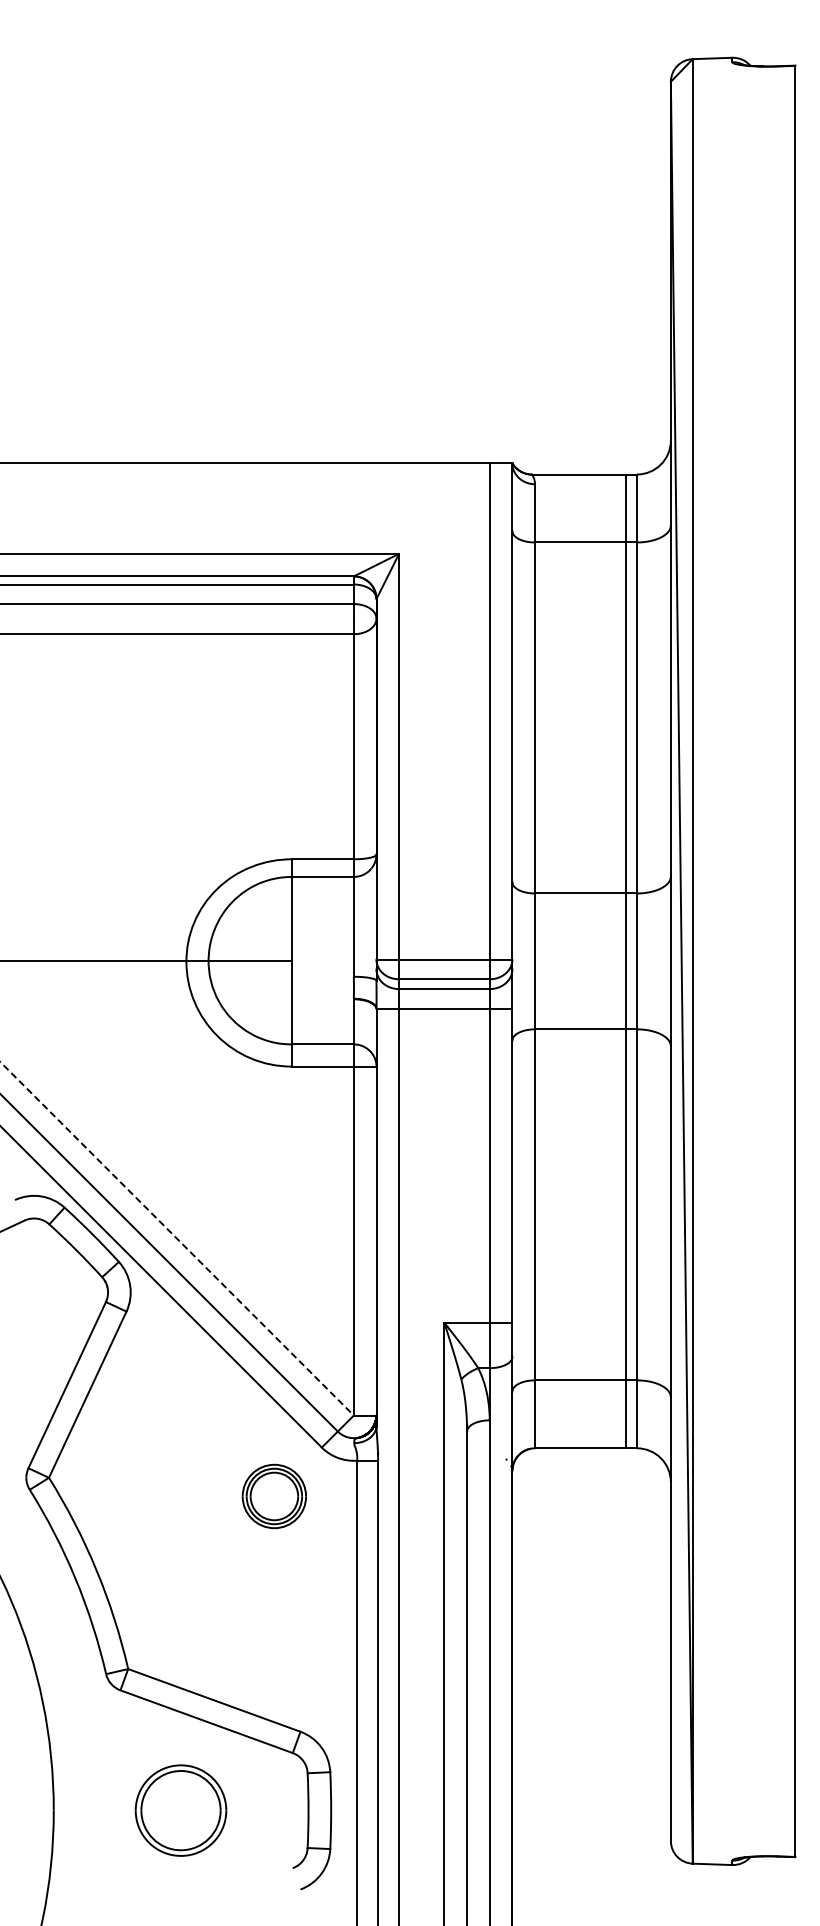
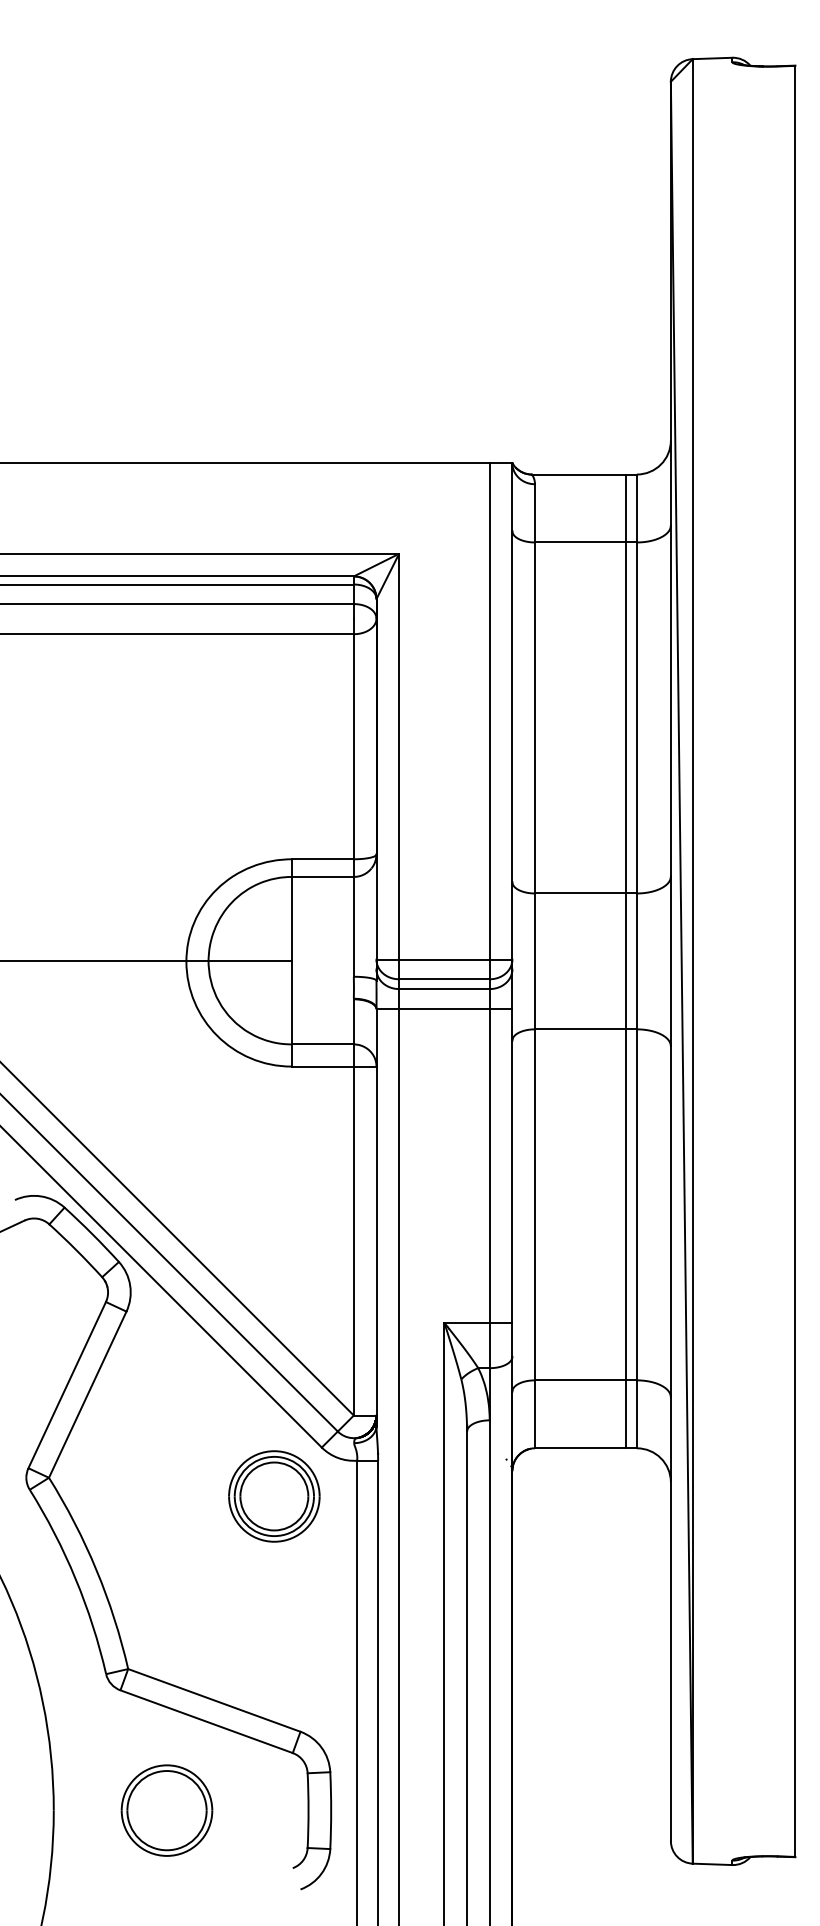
line at (177, 1238): dashed -> solid
part at (273, 1496) size: 66x67 px -> 93x93 px
part at (180, 1810) position: (180, 1810) -> (166, 1810)
